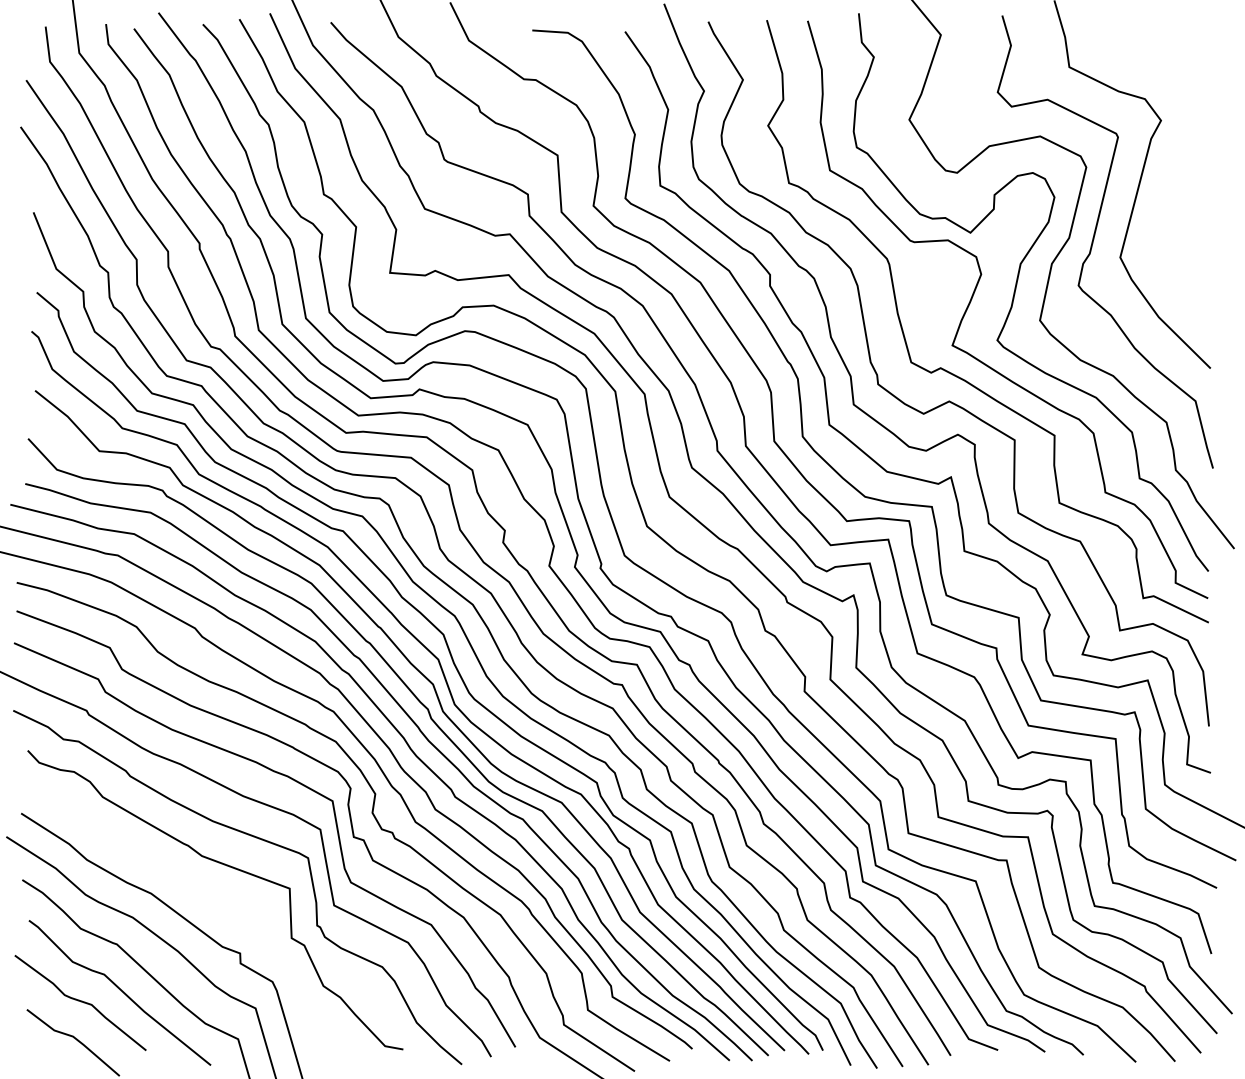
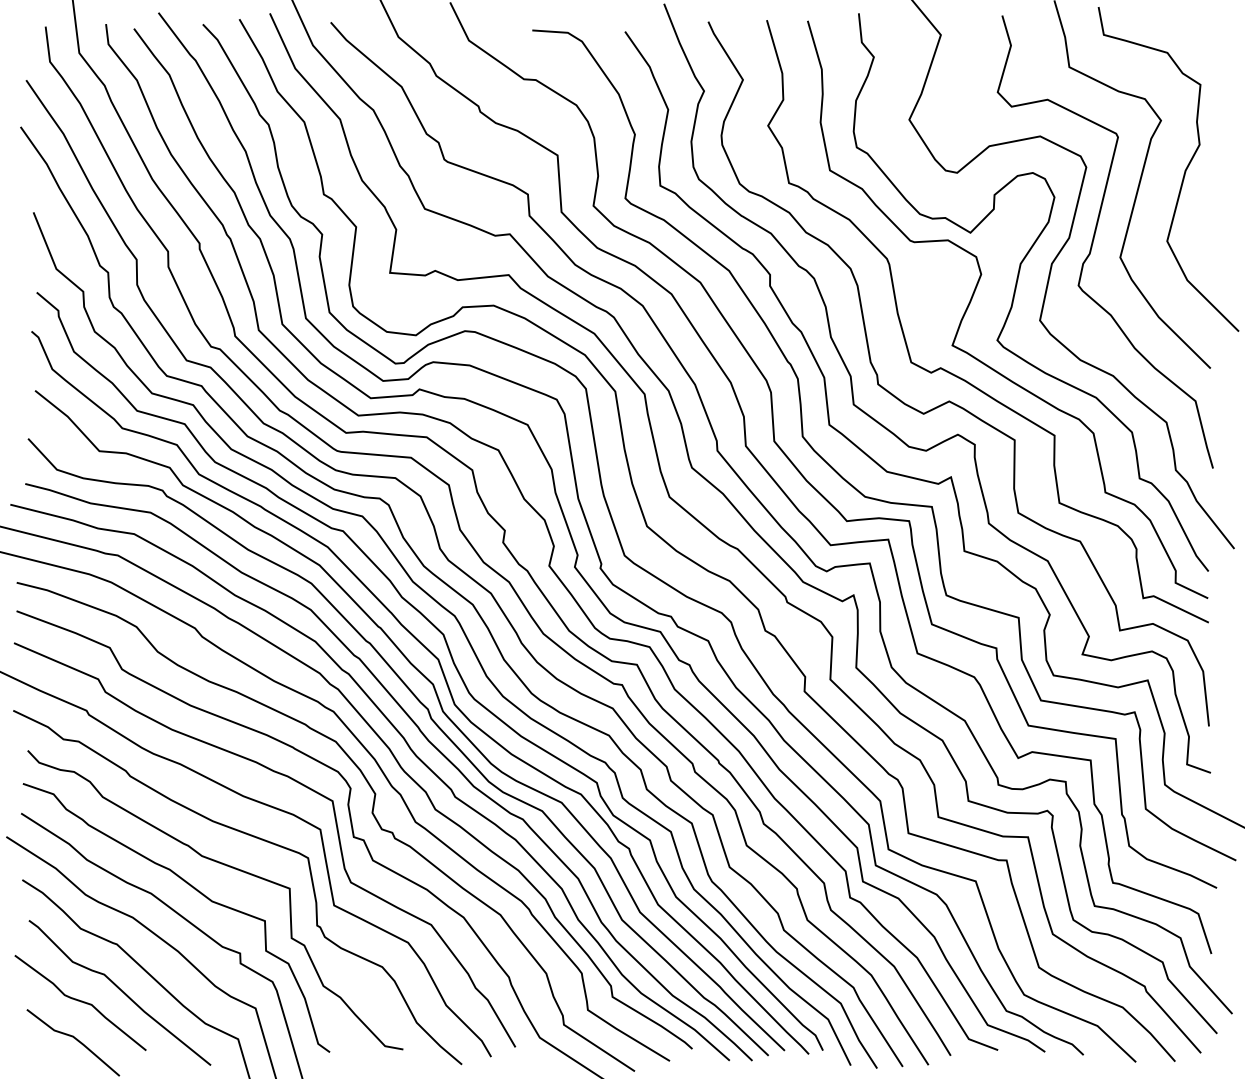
curve at (1183, 174): none -> present
curve at (195, 890): none -> present
